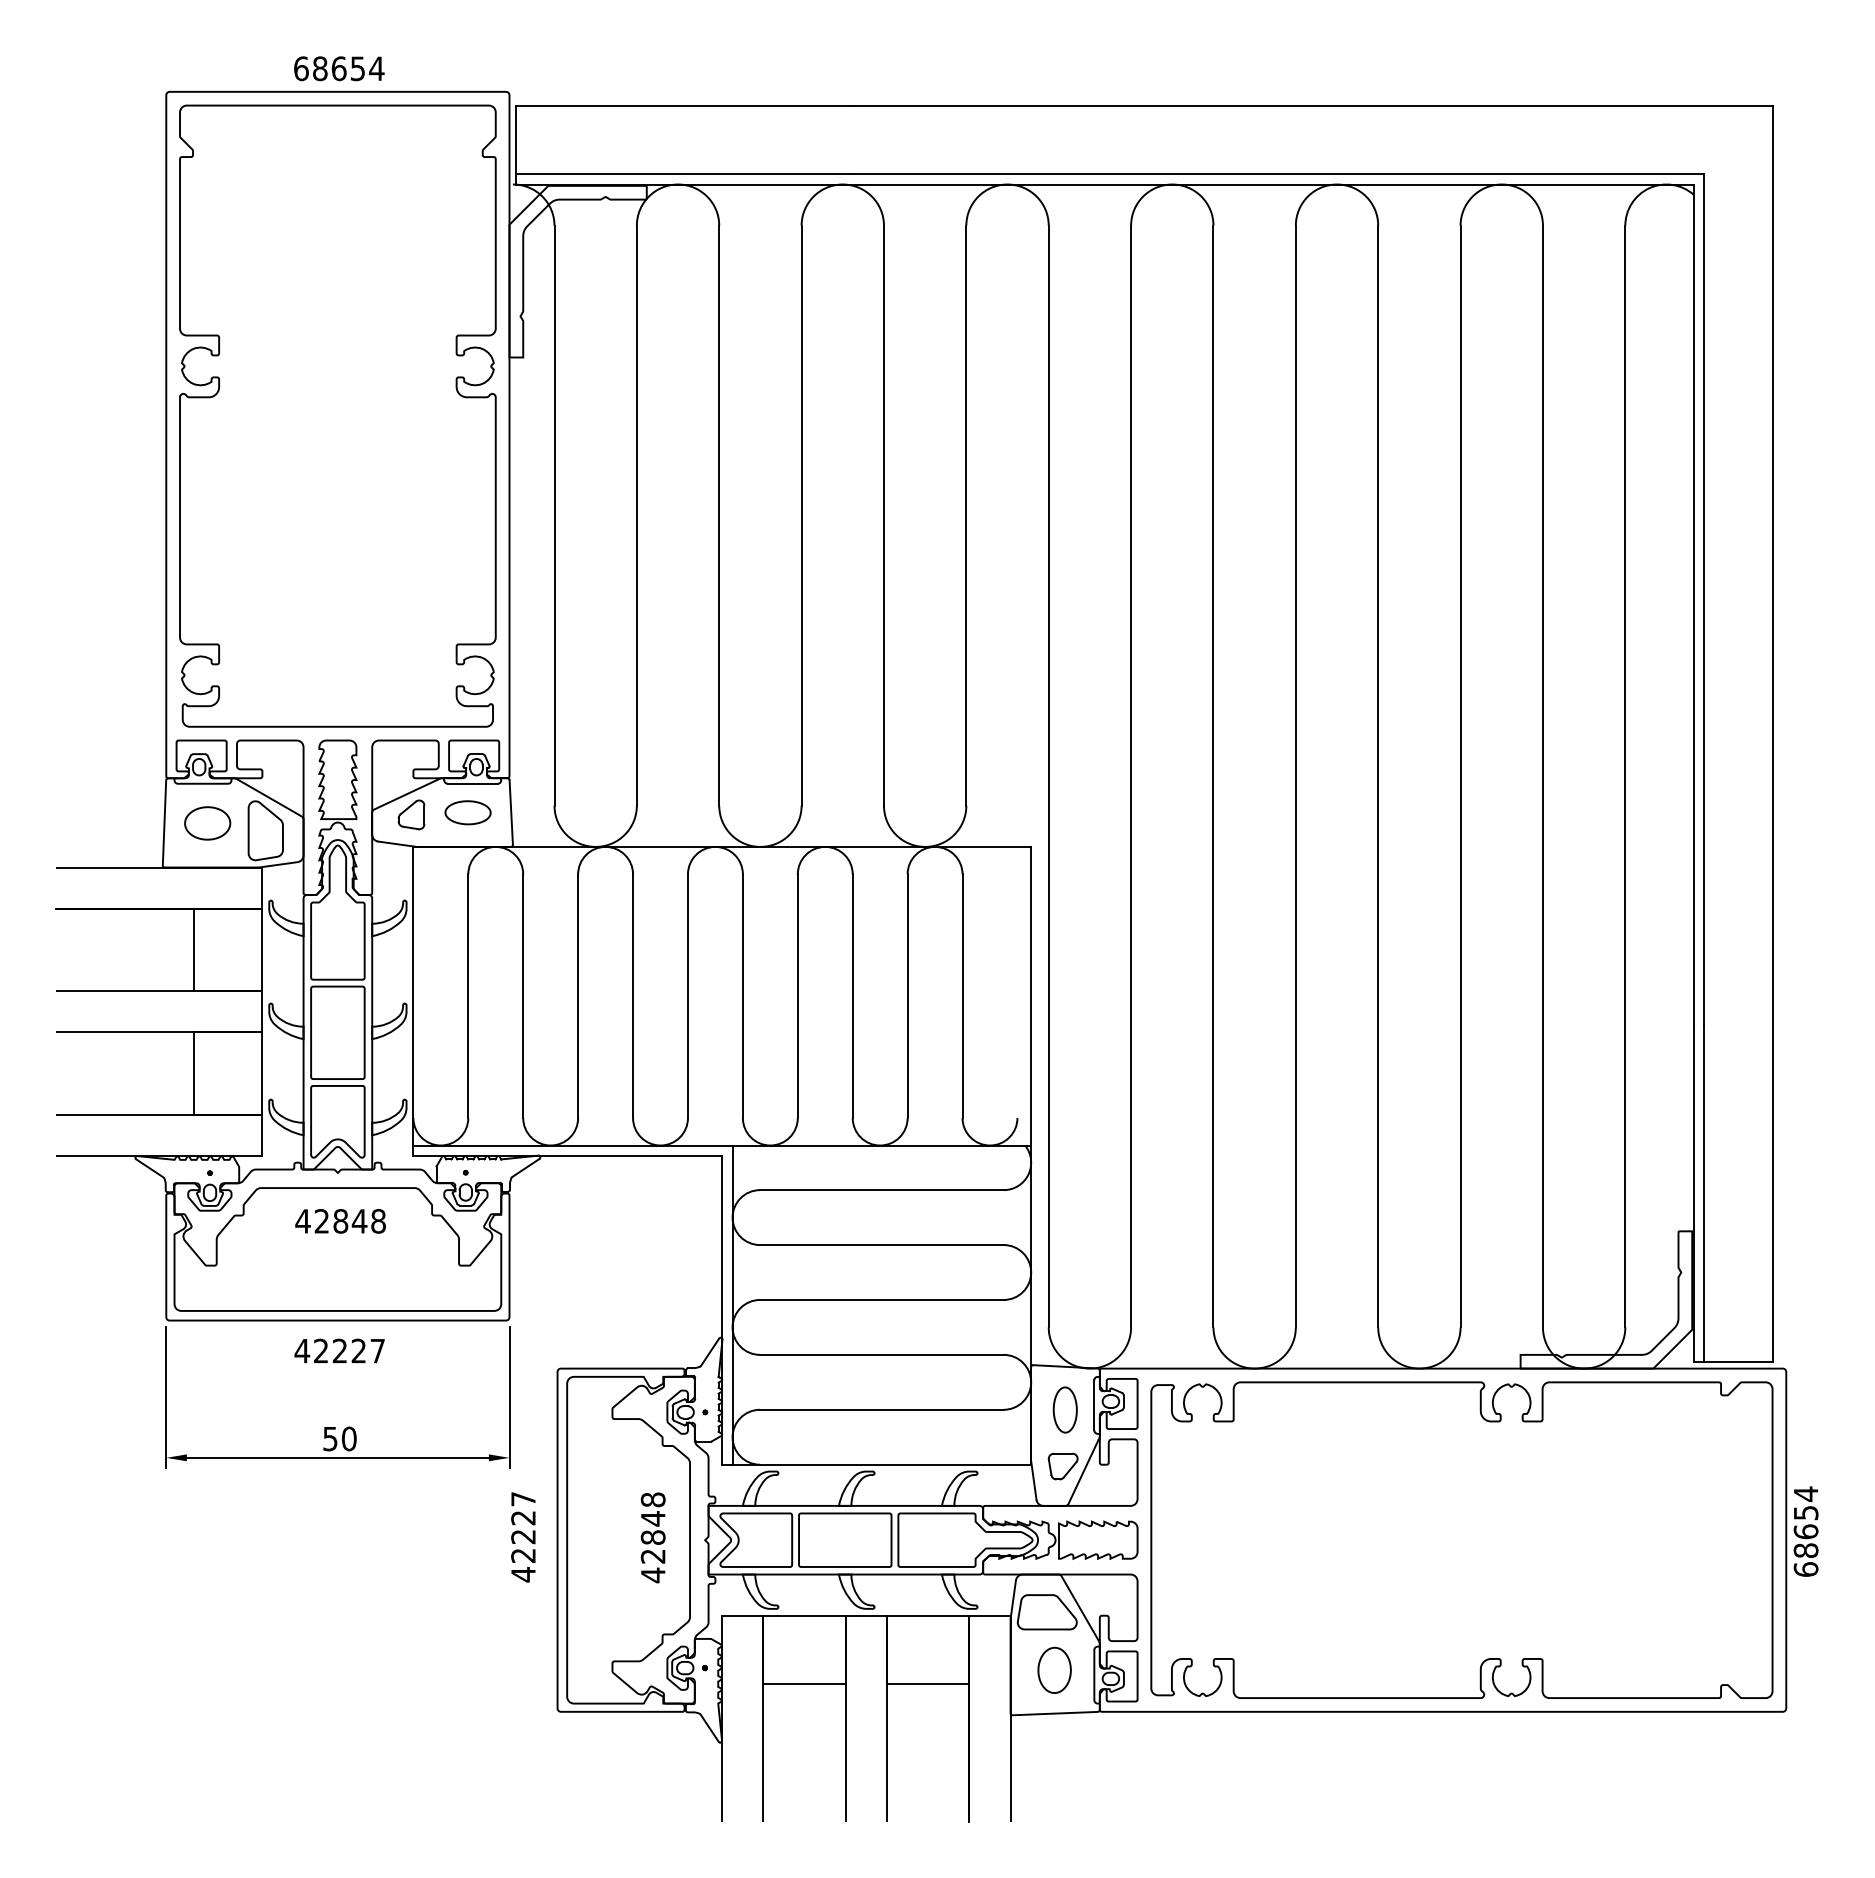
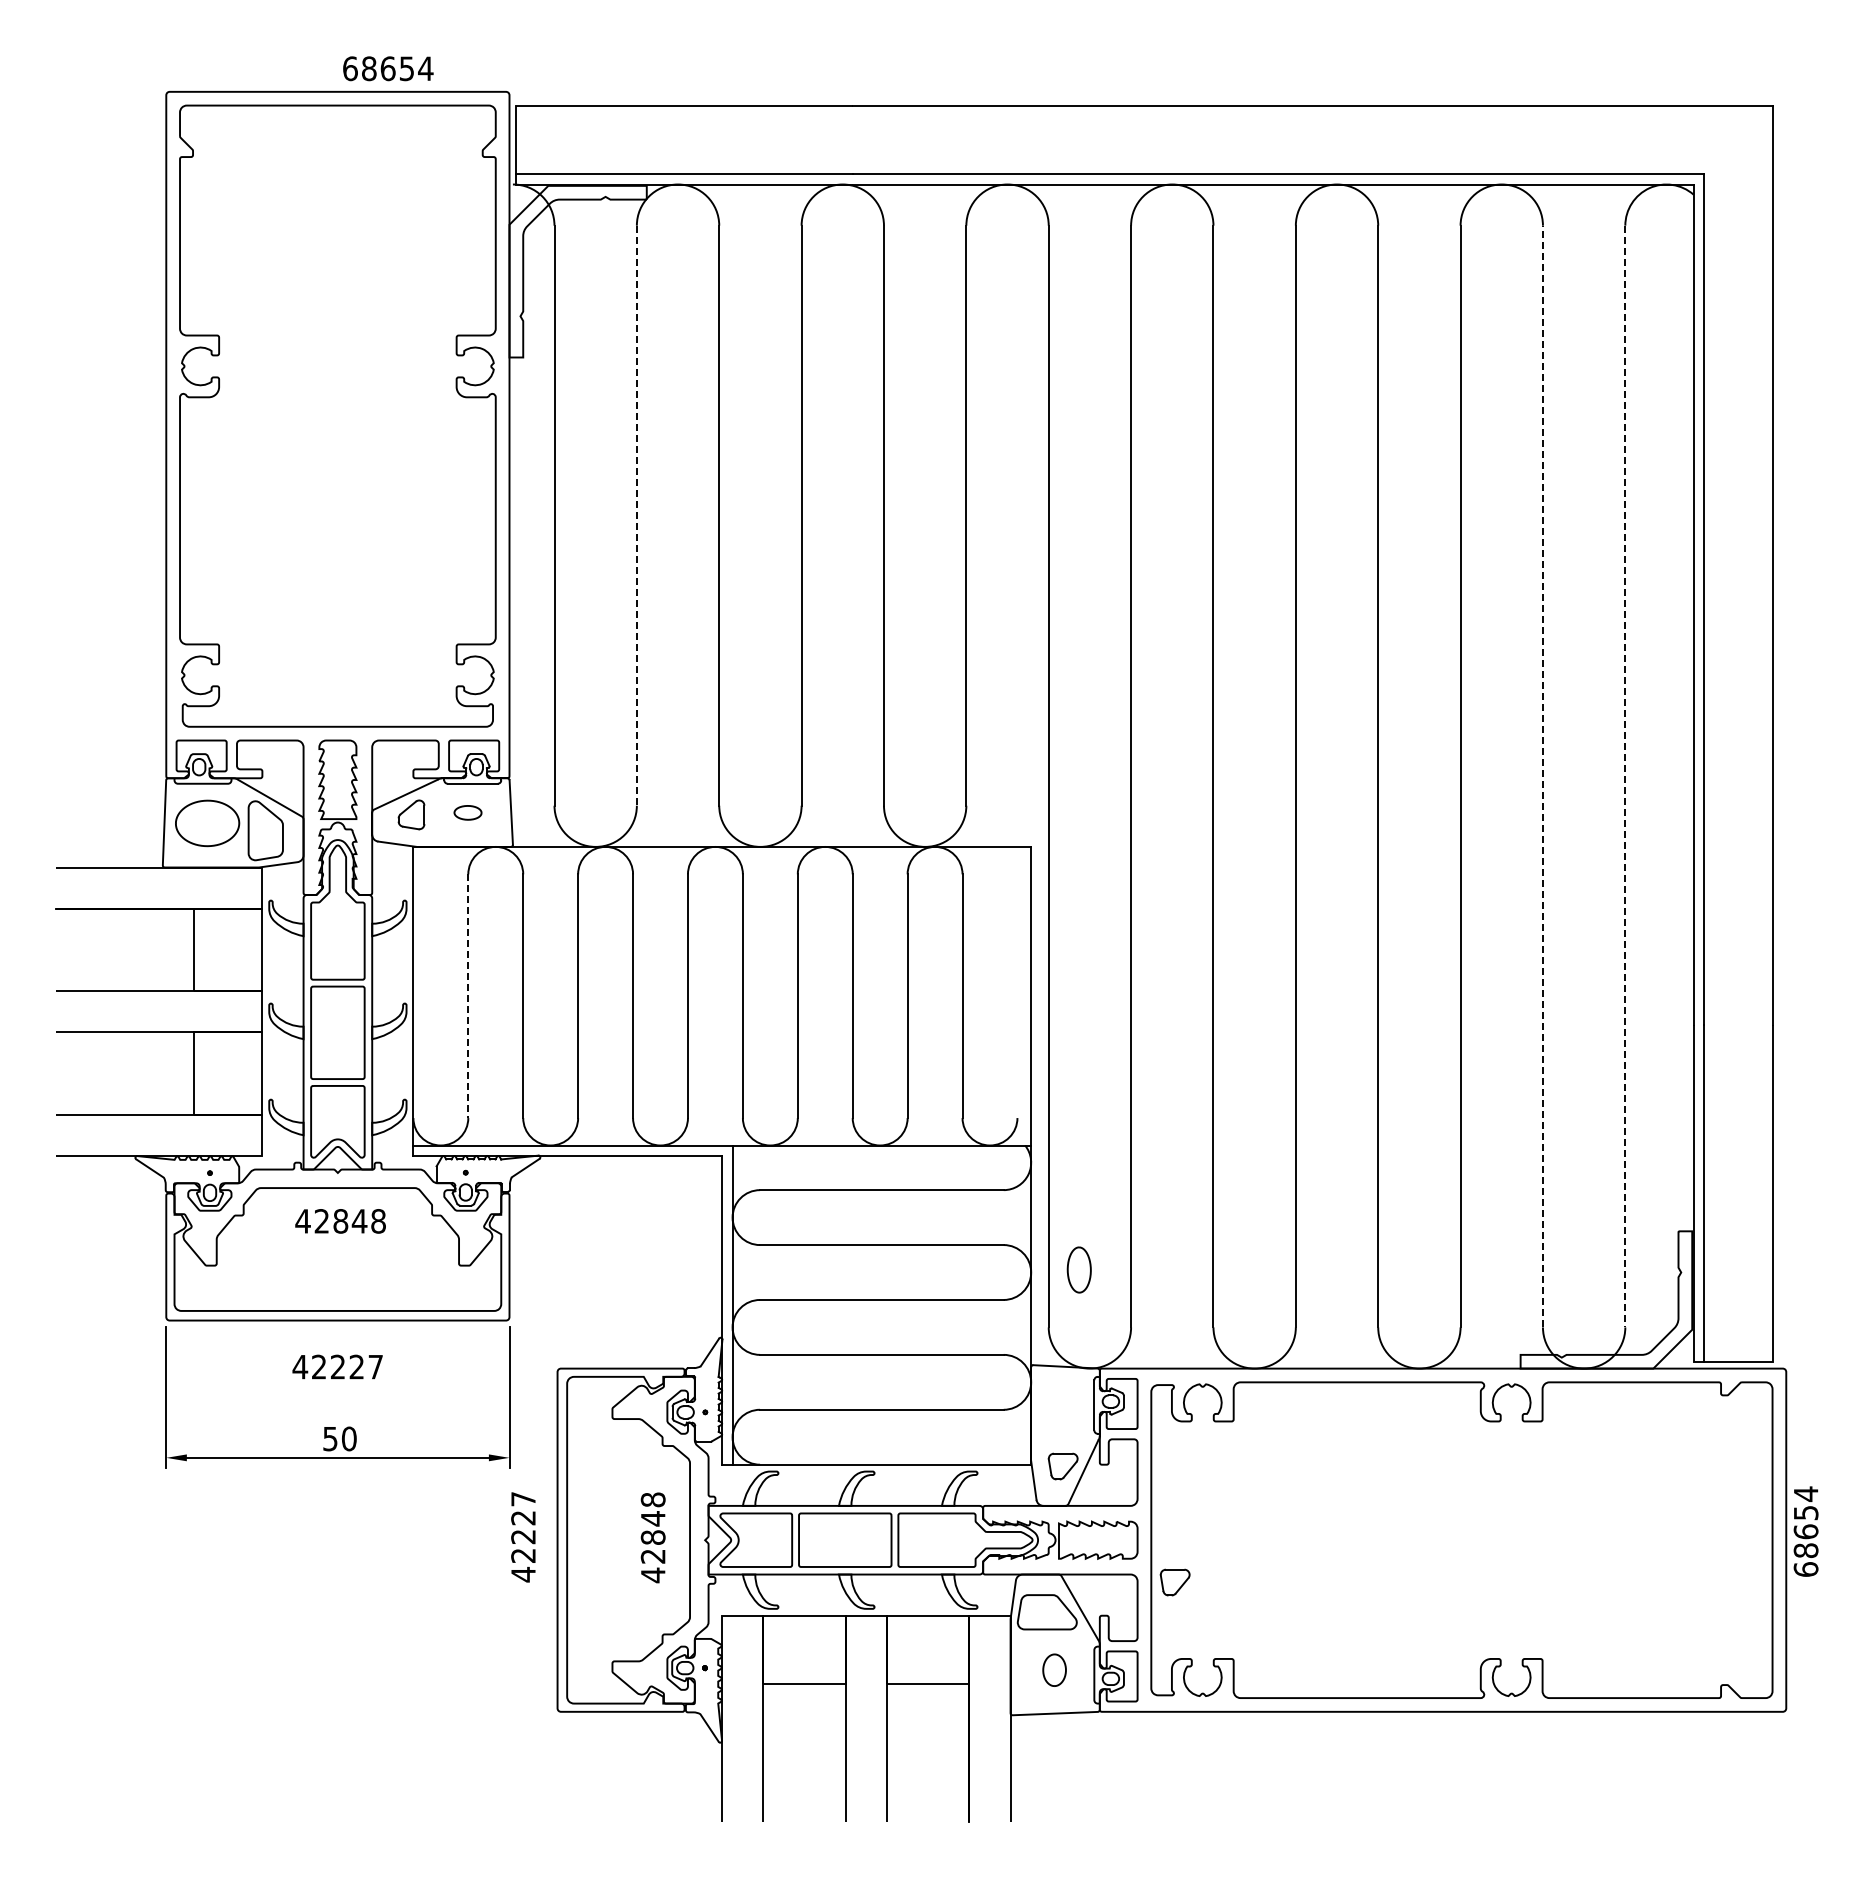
text at (339, 68) position: (339, 68) -> (388, 68)
line at (636, 516): solid -> dashed
line at (1542, 776): solid -> dashed
line at (1625, 776): solid -> dashed
part at (467, 812) size: 48x26 px -> 30x16 px
part at (207, 823) size: 48x35 px -> 66x49 px
line at (468, 996): solid -> dashed
text at (339, 1350) position: (339, 1350) -> (337, 1366)
part at (1064, 1409) position: (1064, 1409) -> (1078, 1269)
part at (1174, 1582): none -> present
part at (1054, 1669) size: 35x48 px -> 25x34 px
